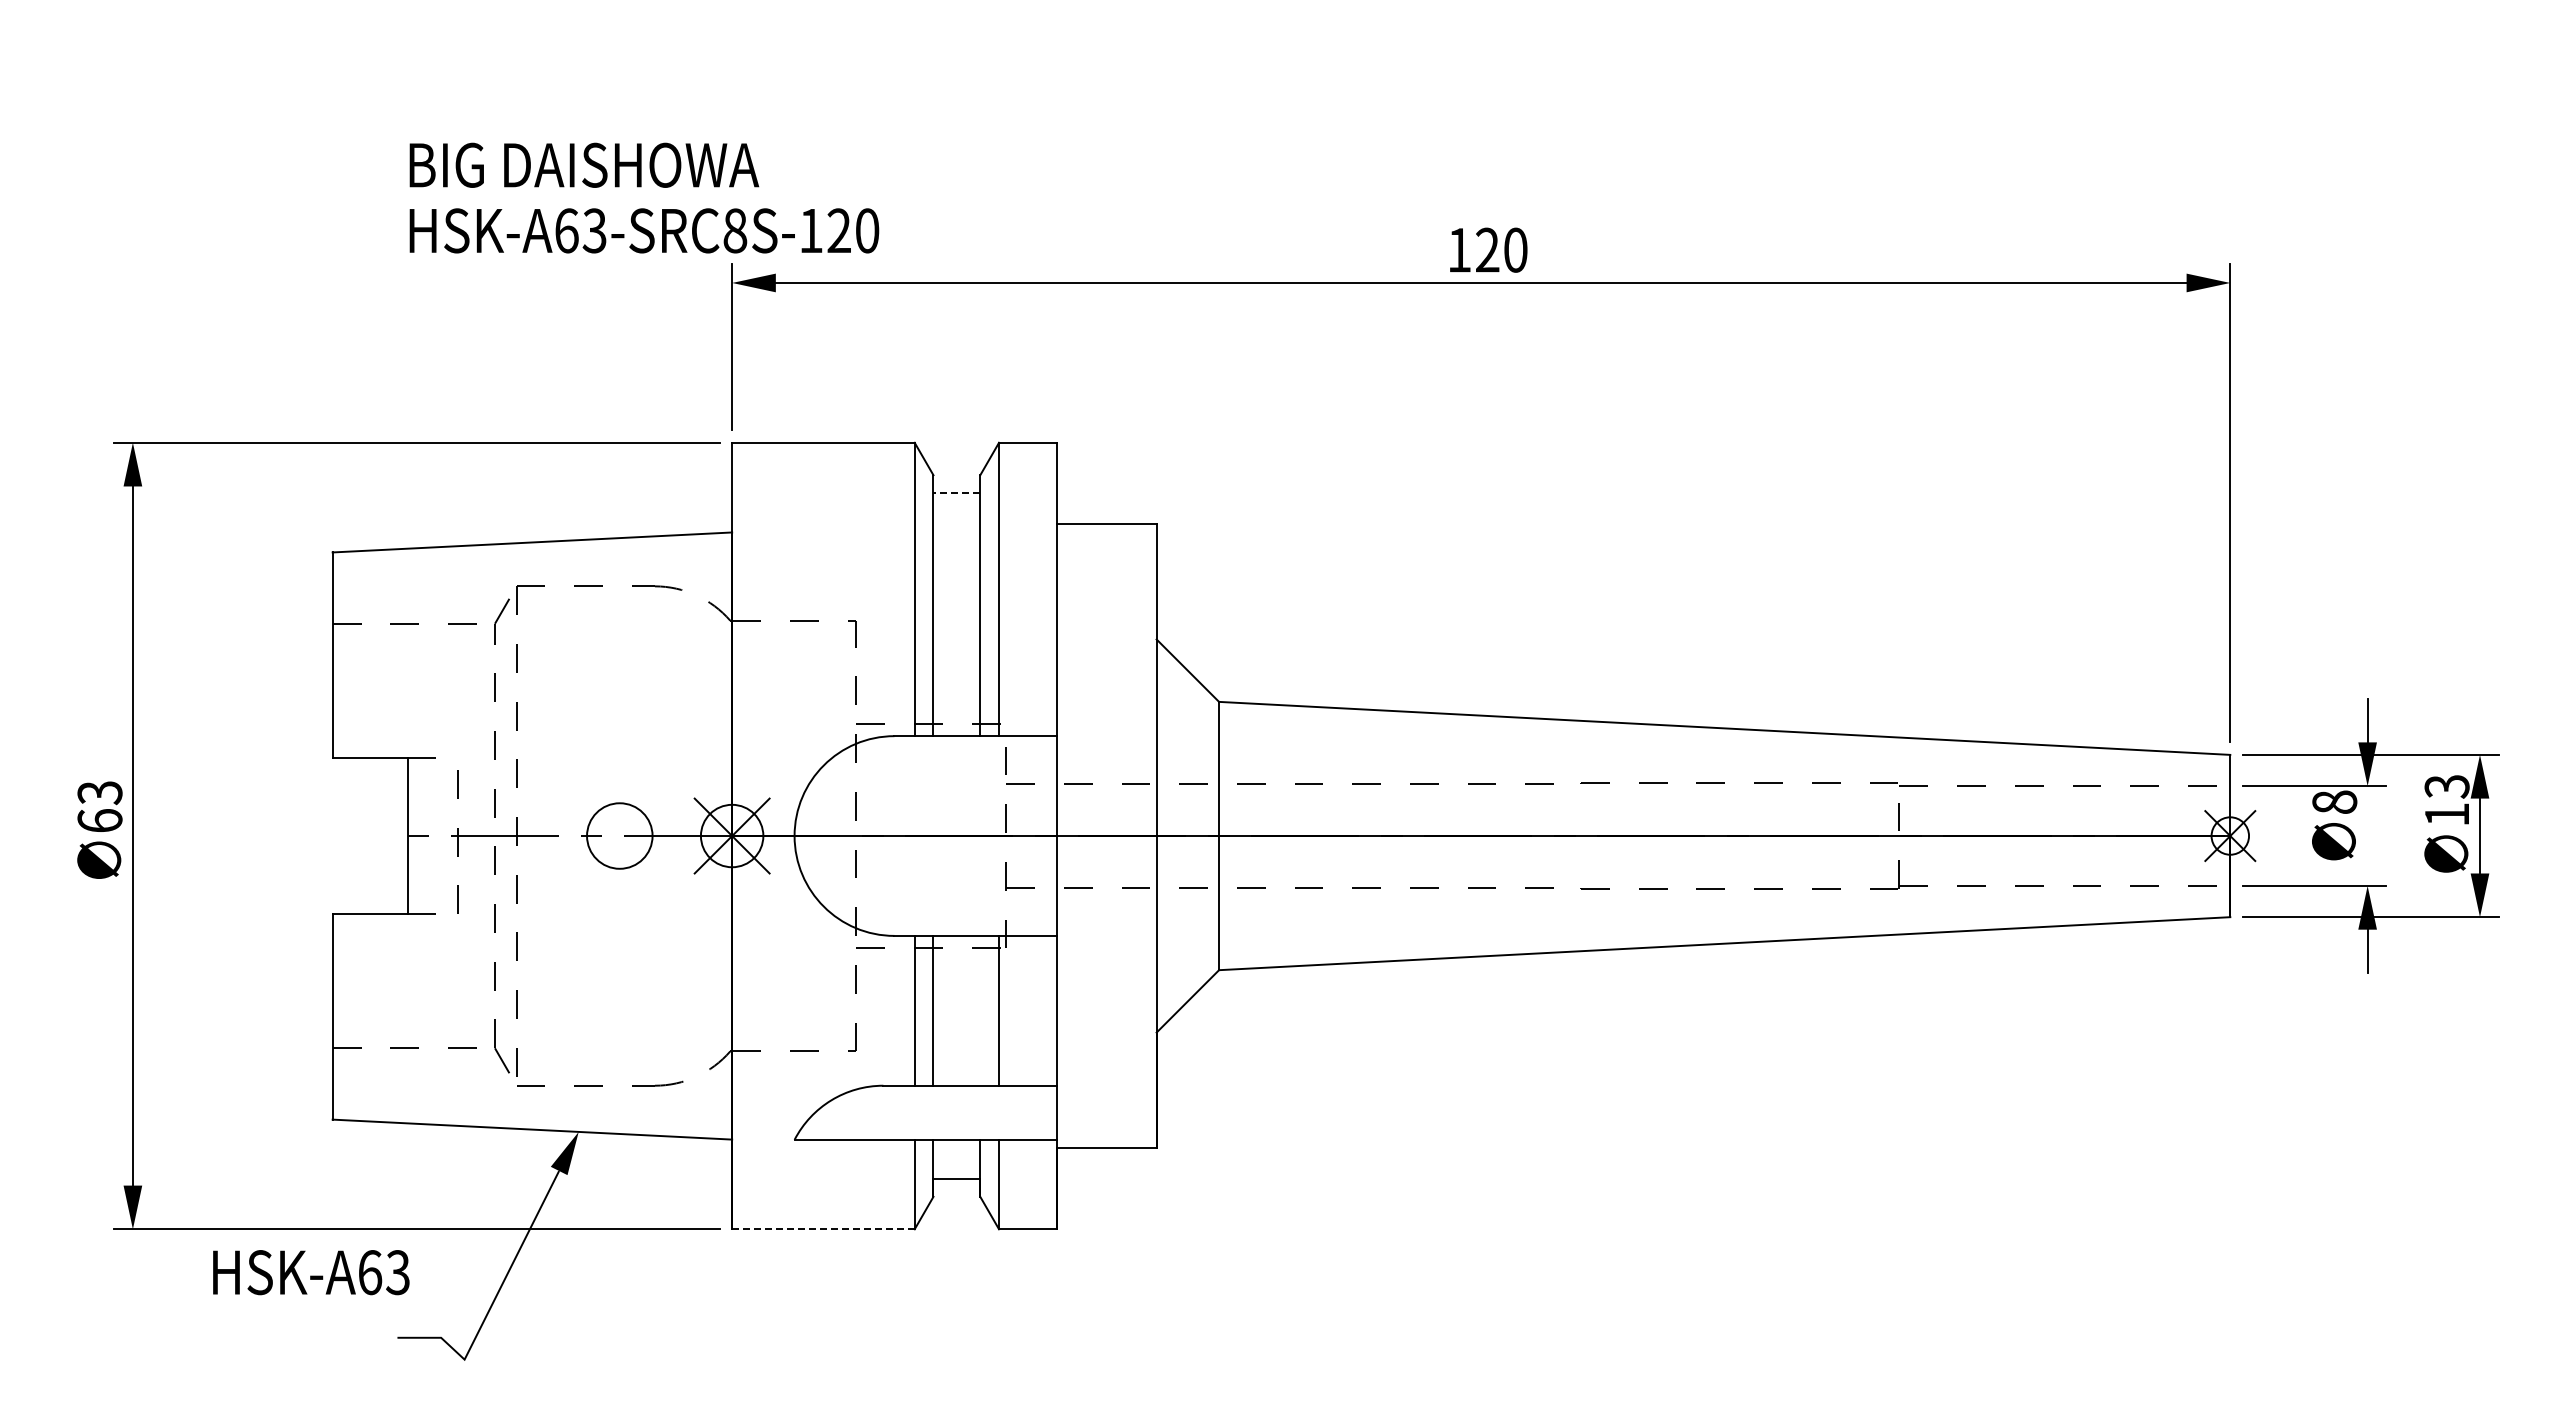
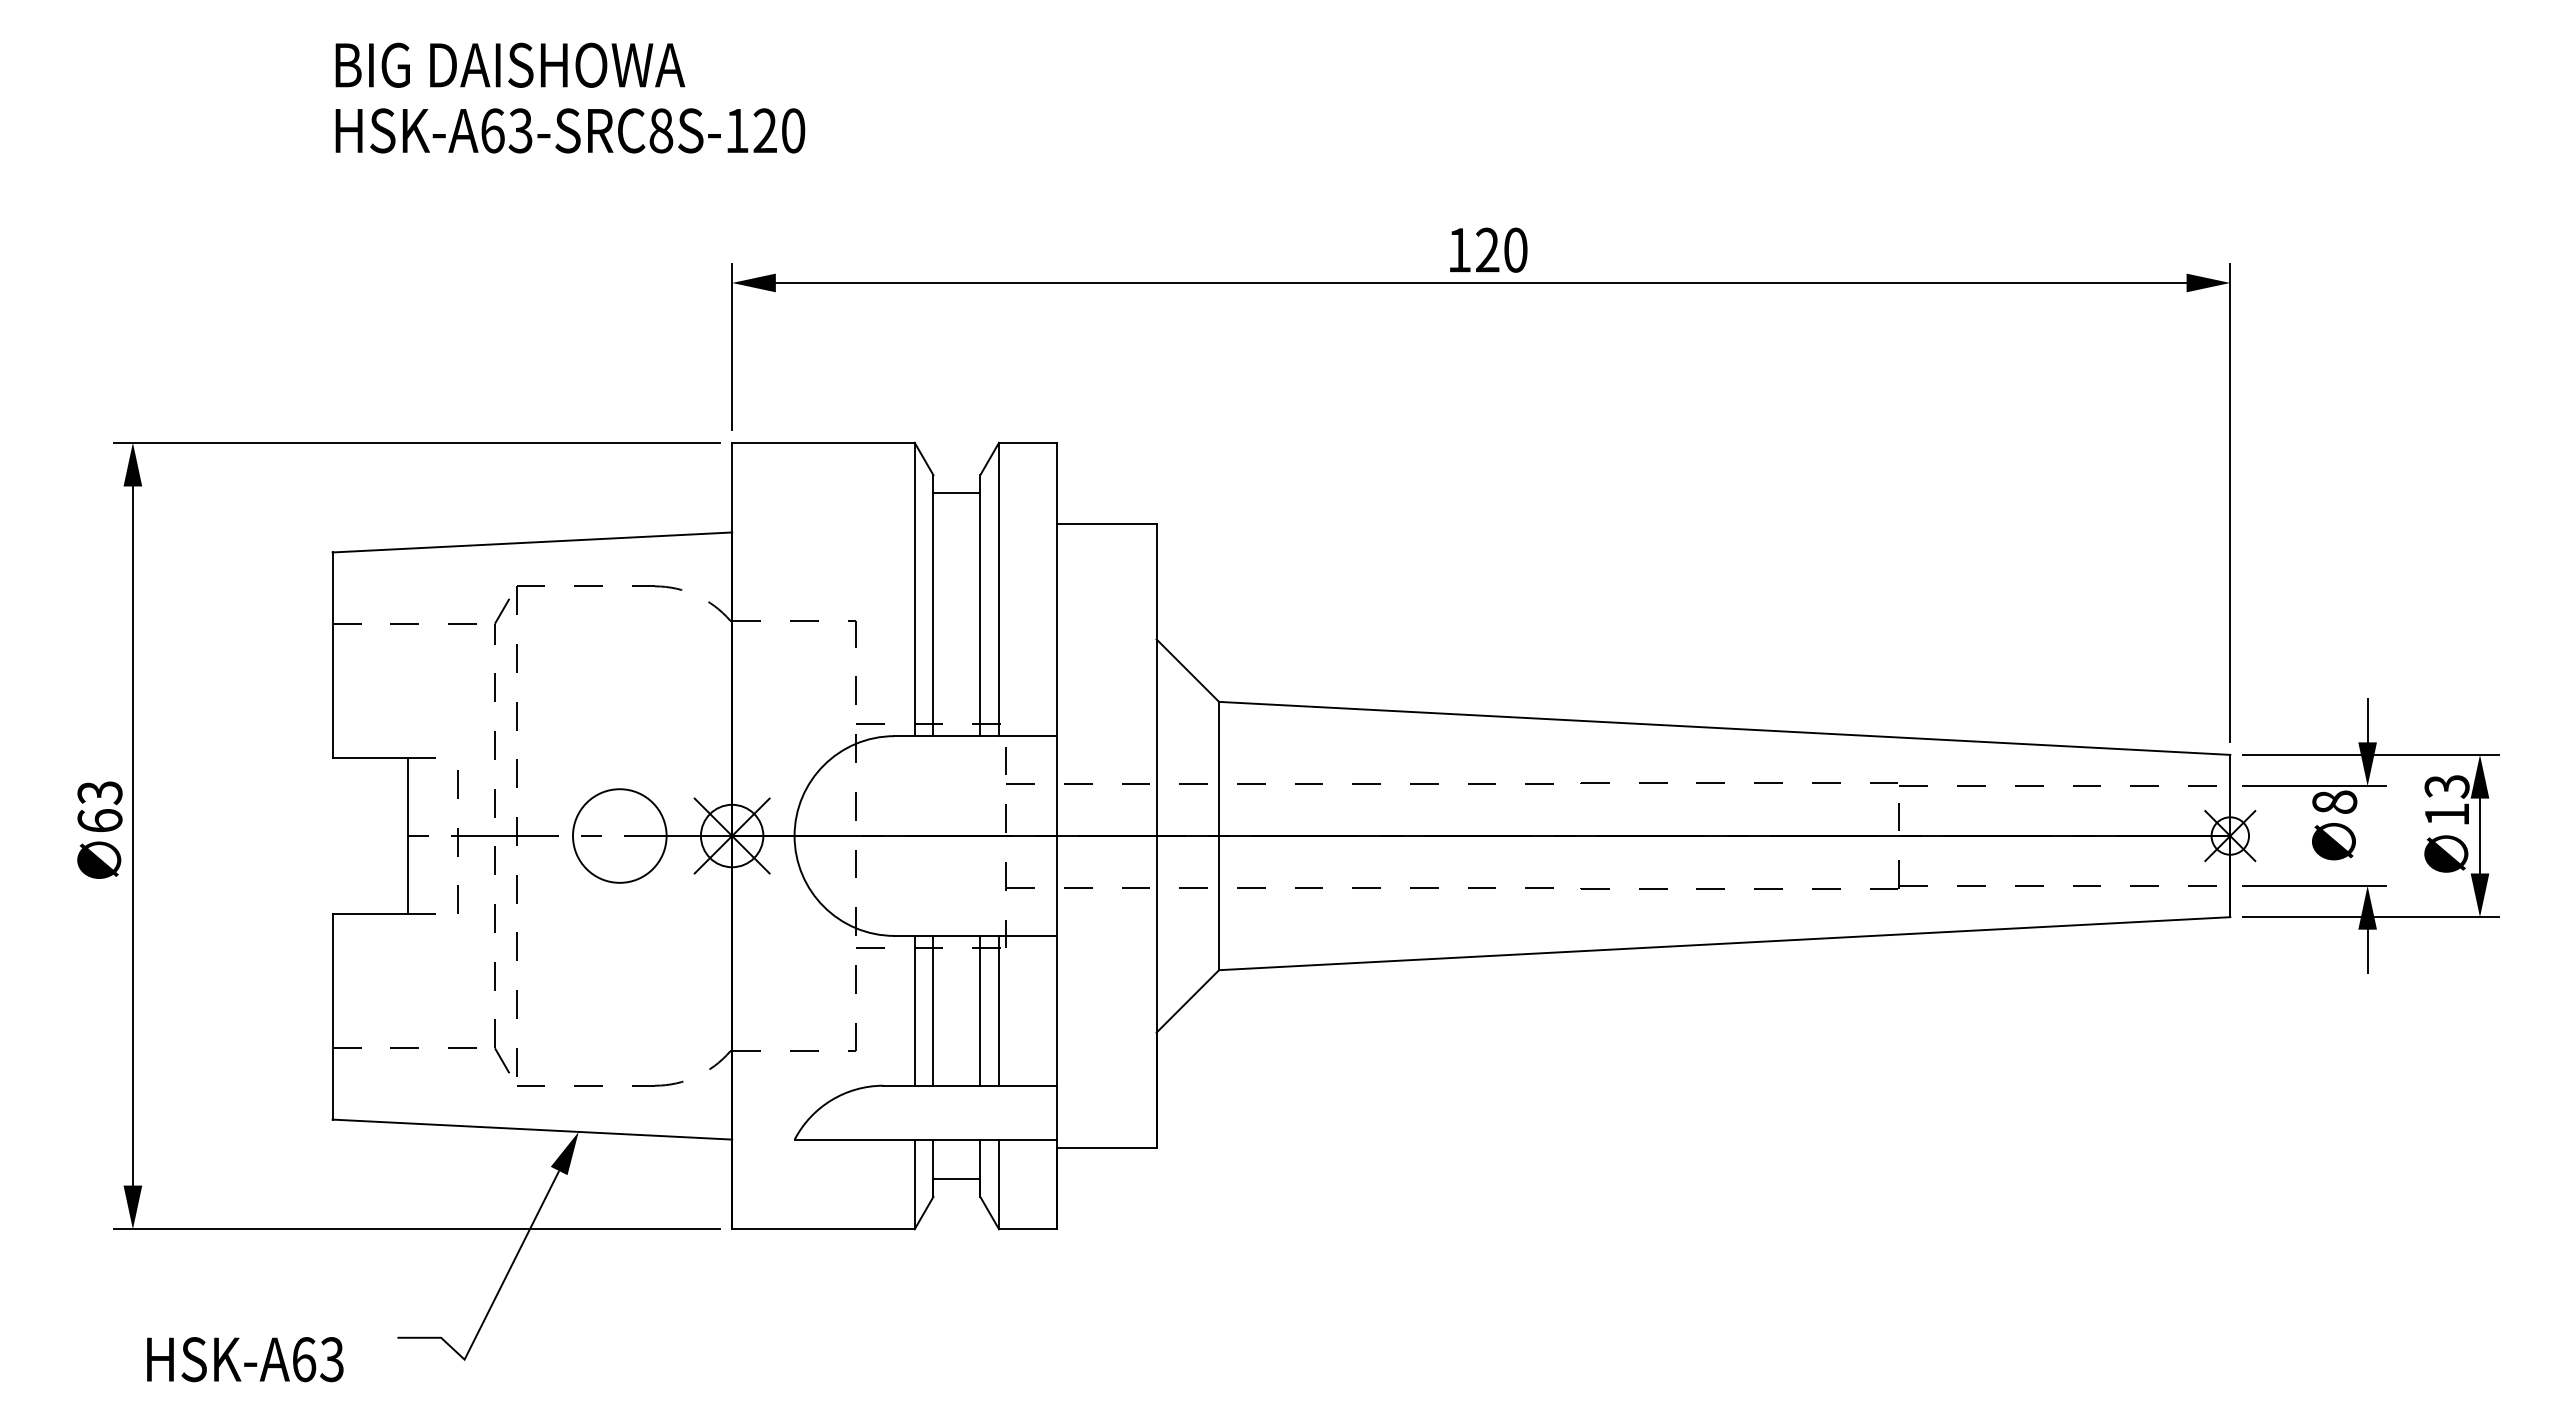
text at (644, 197) position: (644, 197) -> (570, 97)
line at (956, 492): dashed -> solid
circle at (619, 835) diameter: 66 px -> 94 px
line at (980, 1010): none -> present
line at (823, 1229): dashed -> solid
text at (311, 1272) position: (311, 1272) -> (245, 1359)
